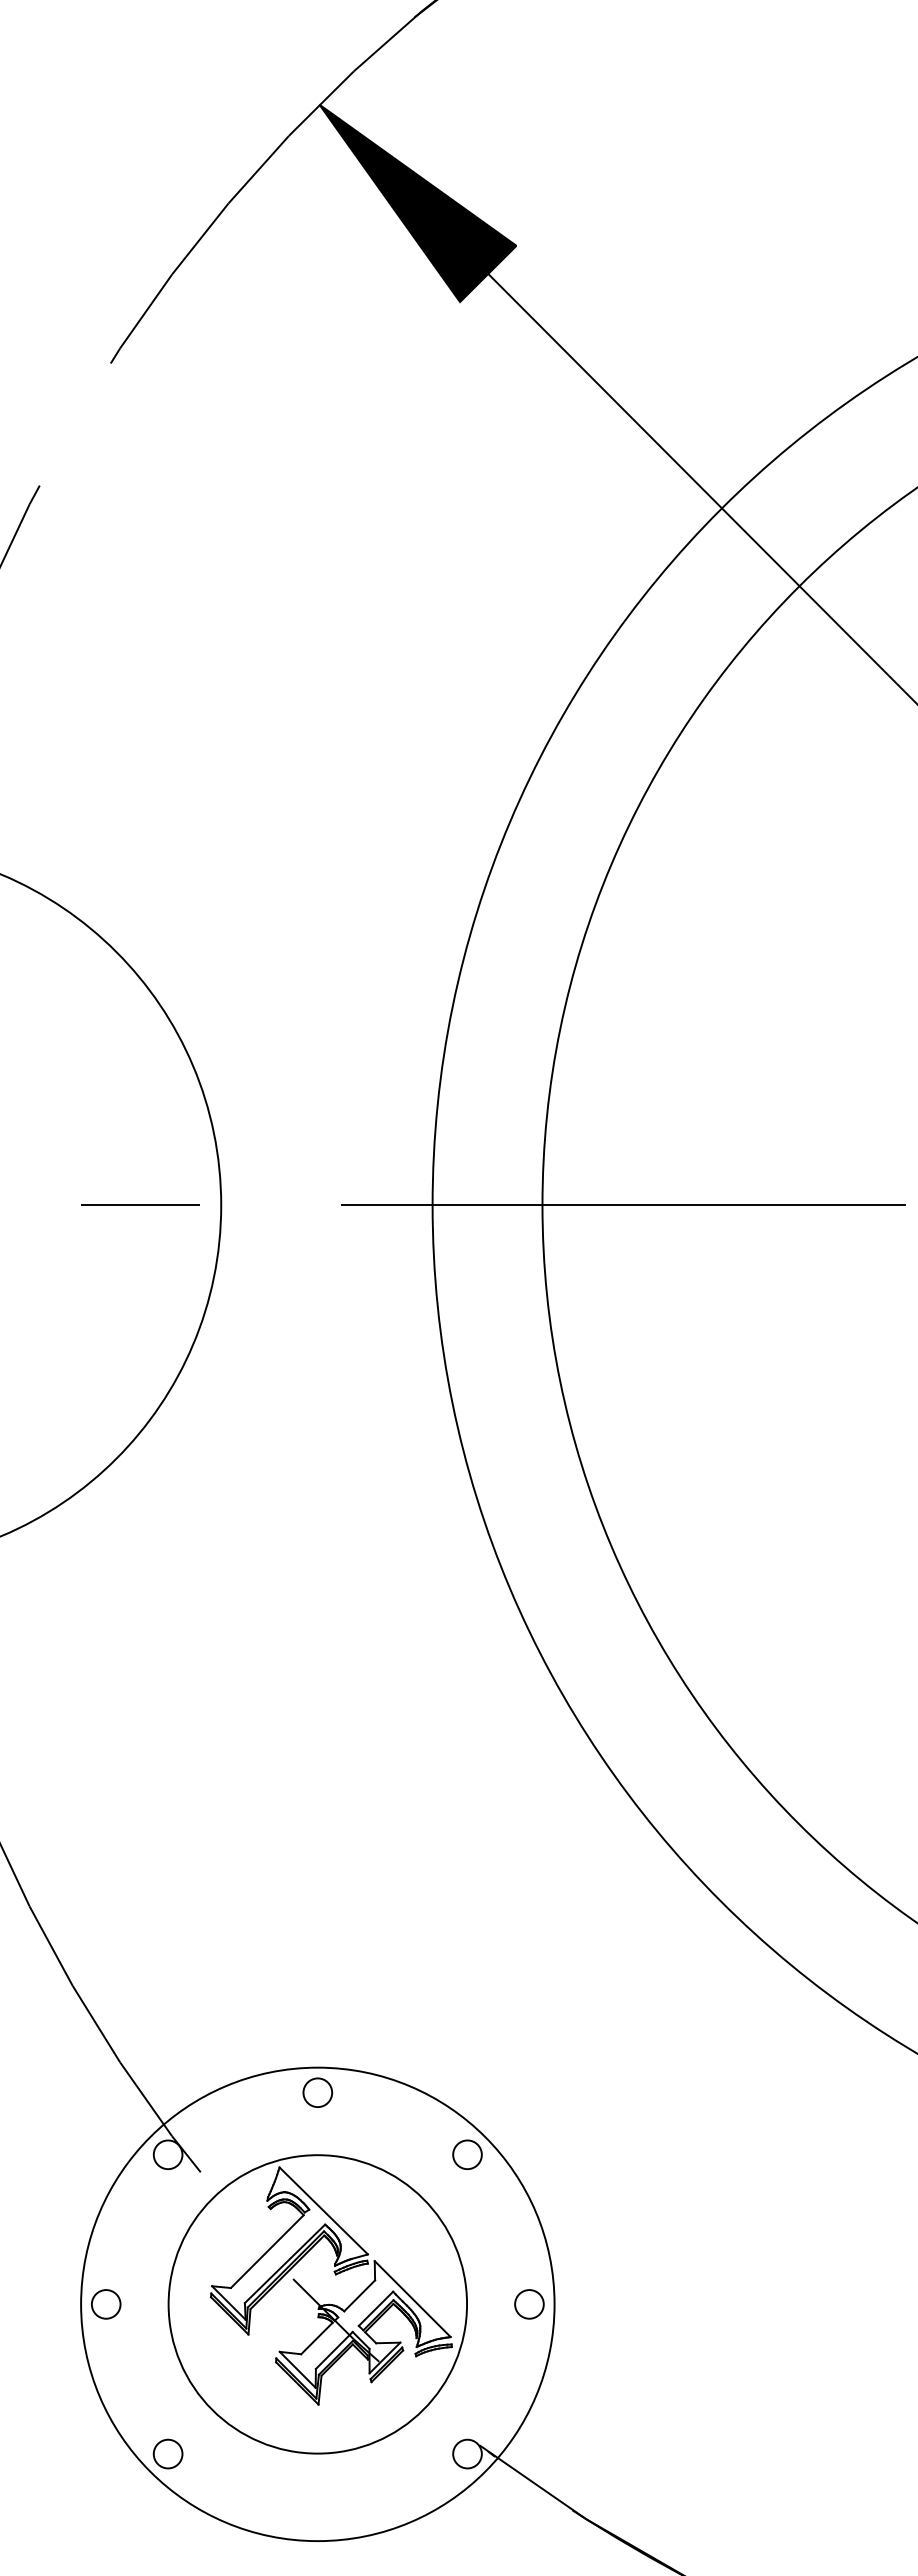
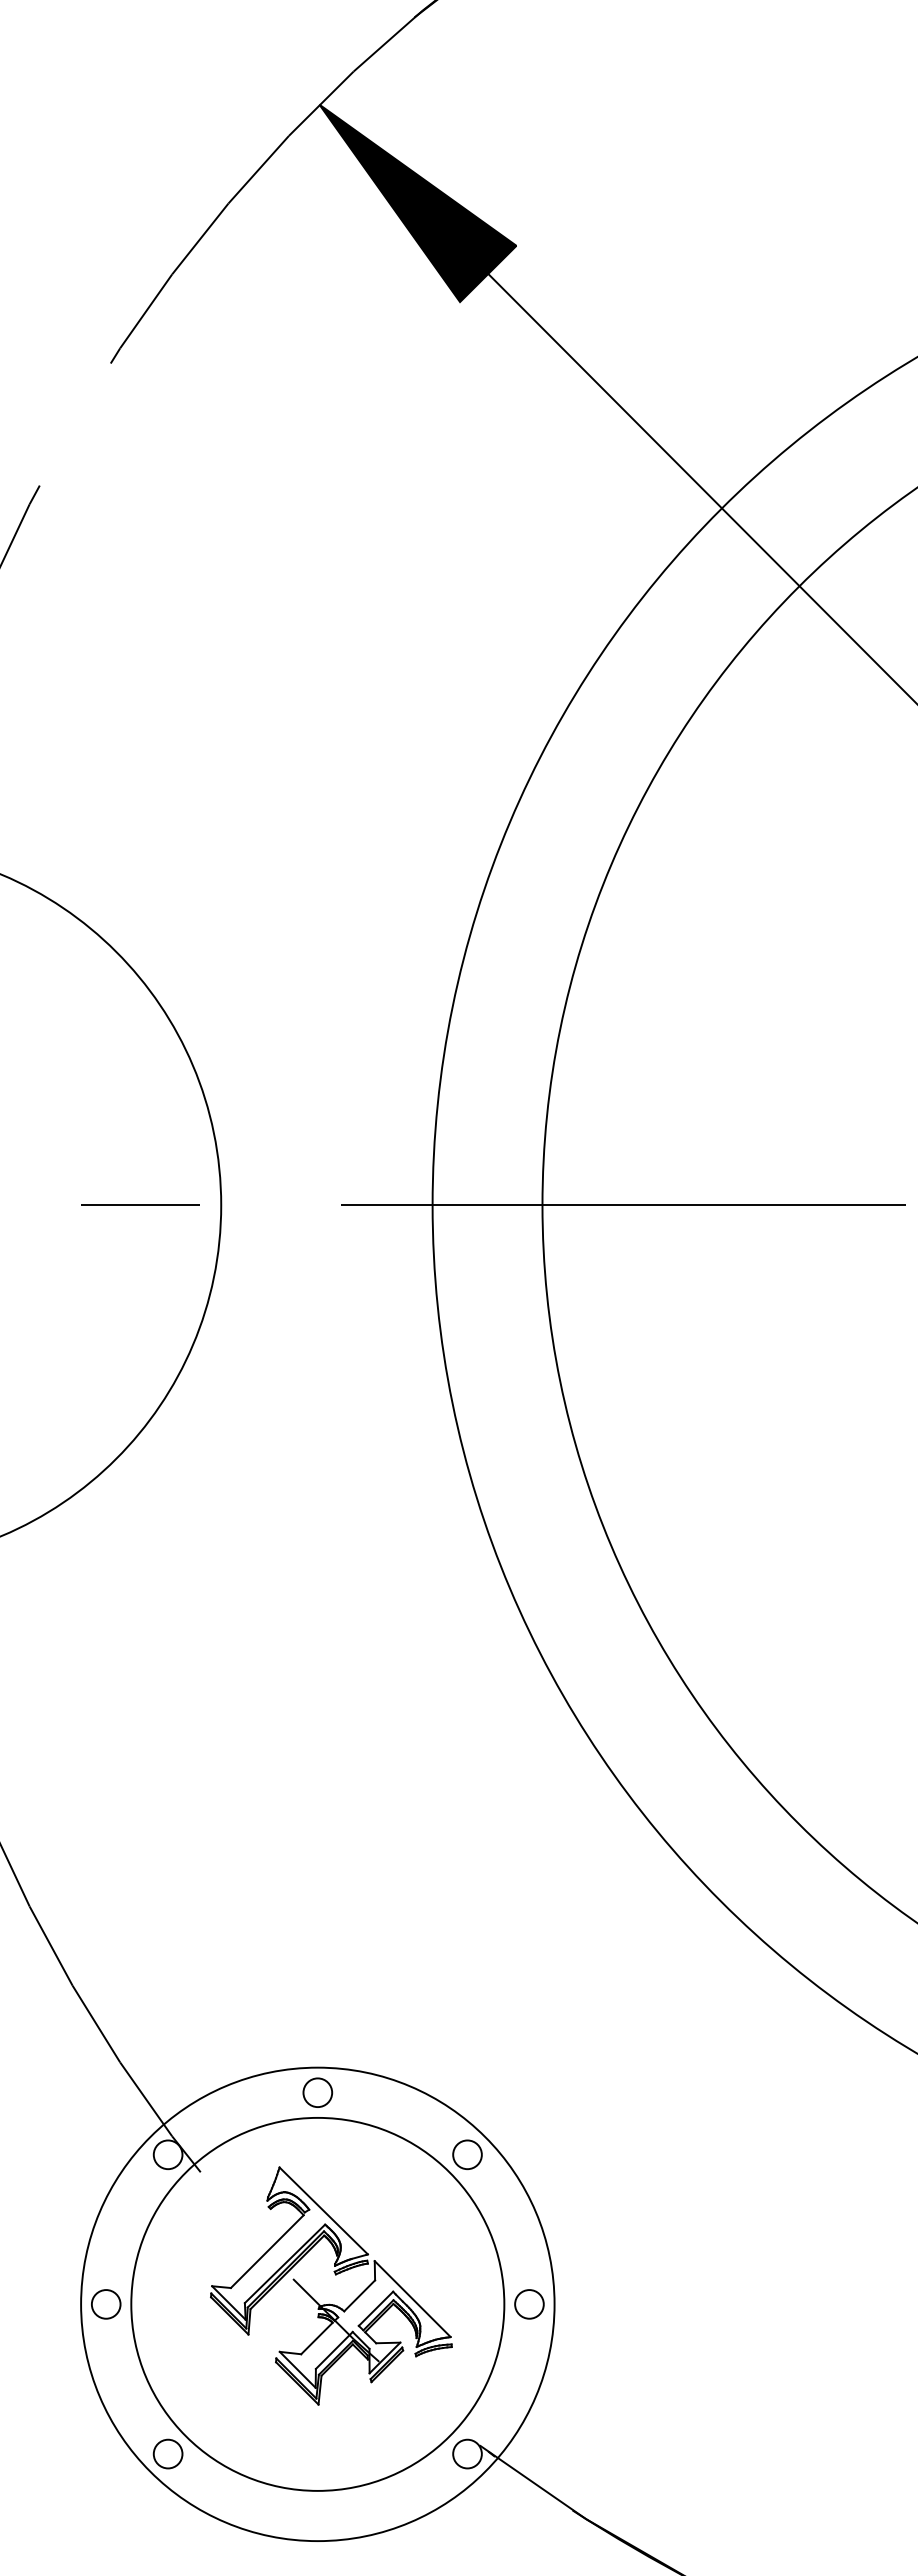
circle at (317, 2304) diameter: 298 px -> 373 px
